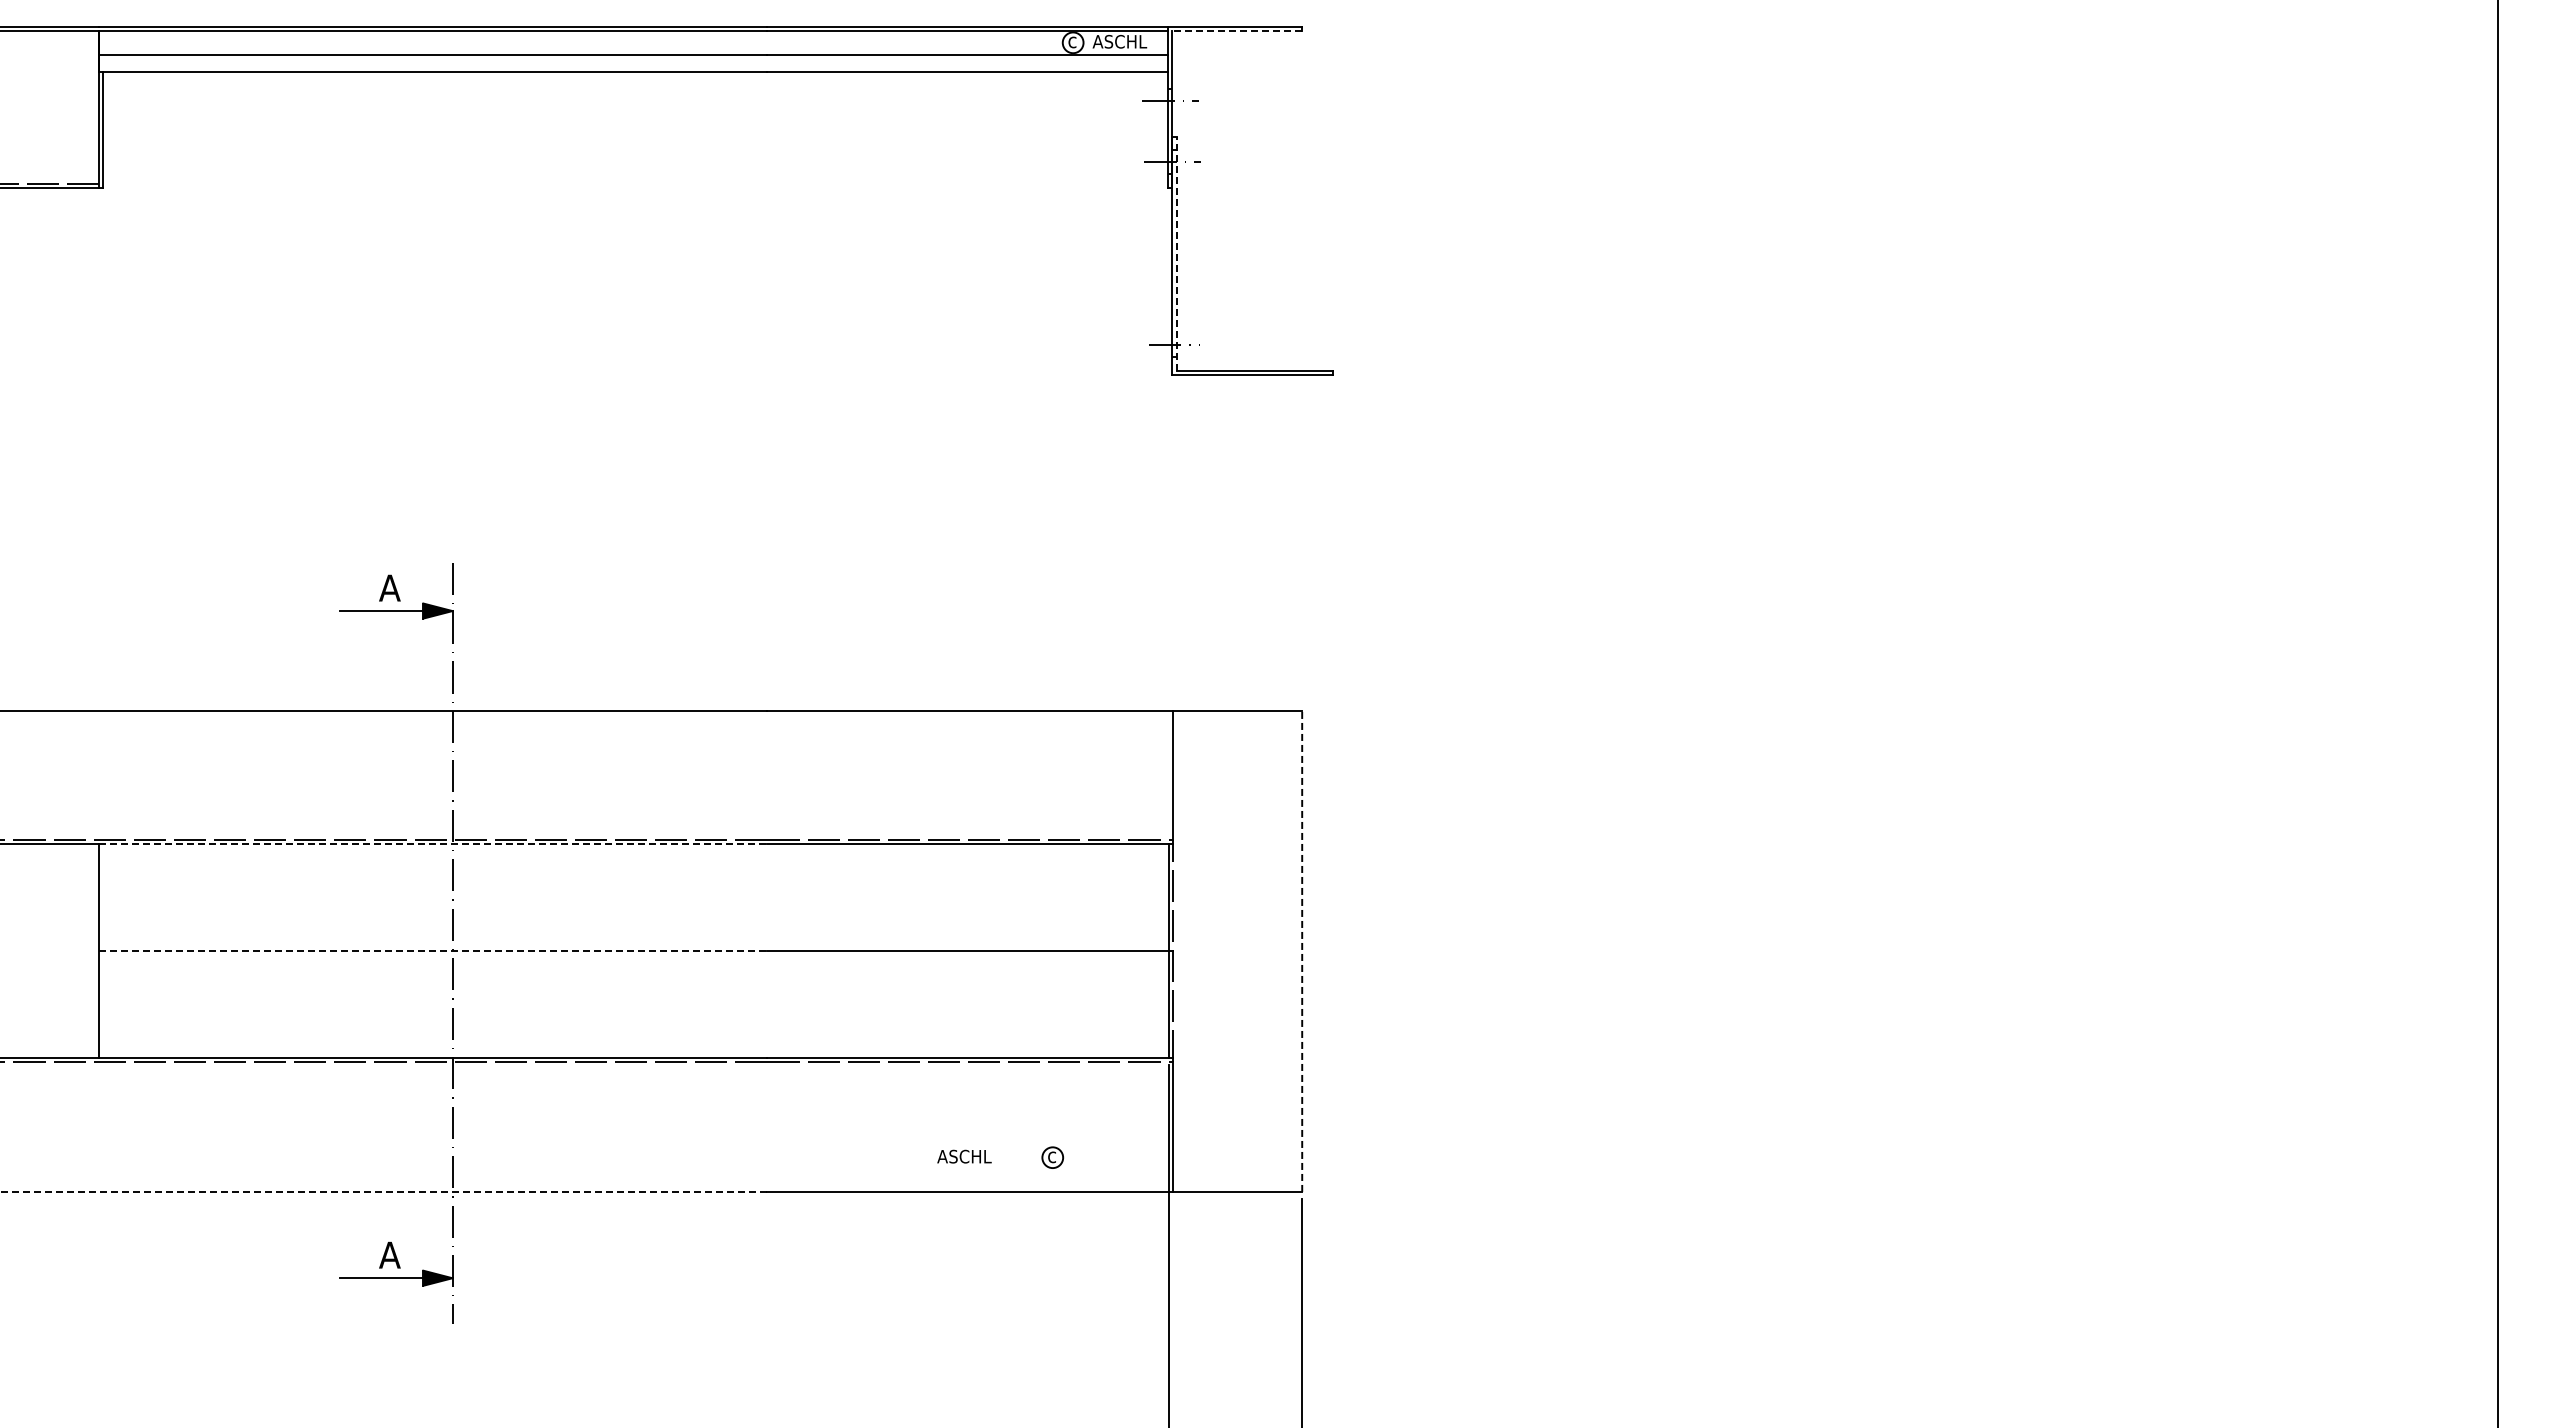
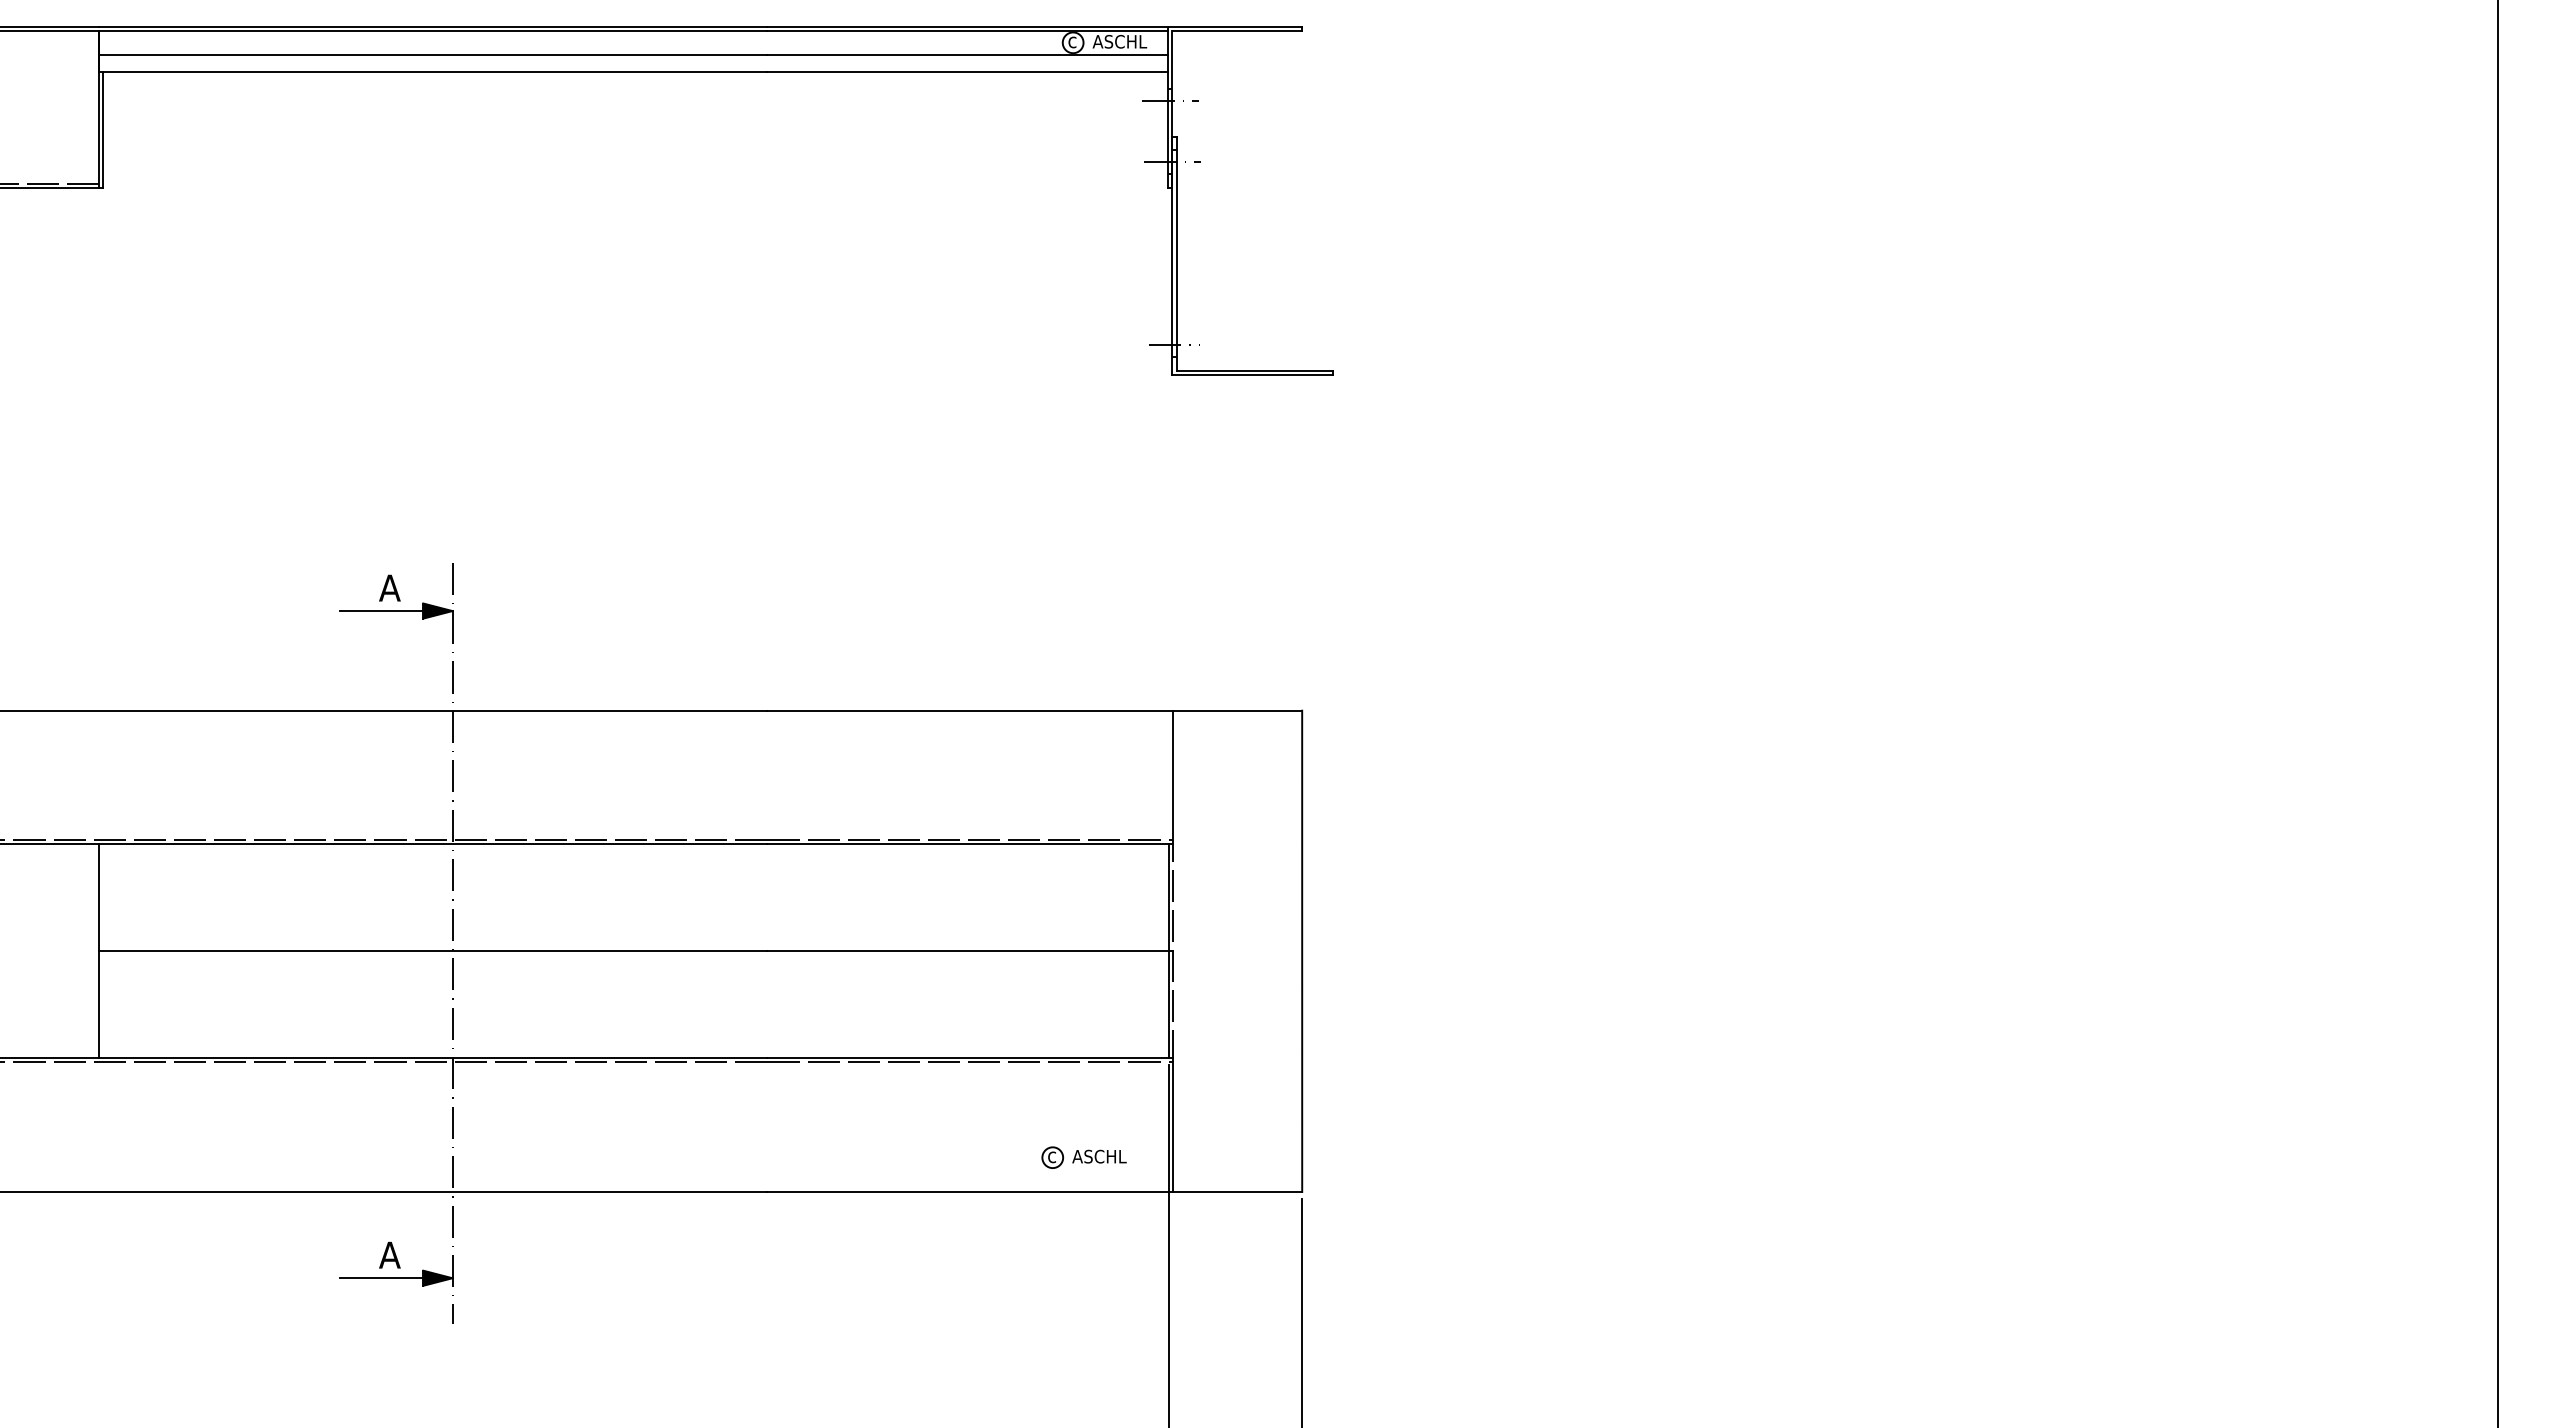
line at (1237, 31): dashed -> solid
line at (1176, 253): dashed -> solid
line at (433, 844): dashed -> solid
line at (433, 951): dashed -> solid
line at (1302, 951): dashed -> solid
text at (964, 1156) position: (964, 1156) -> (1099, 1156)
line at (383, 1191): dashed -> solid
